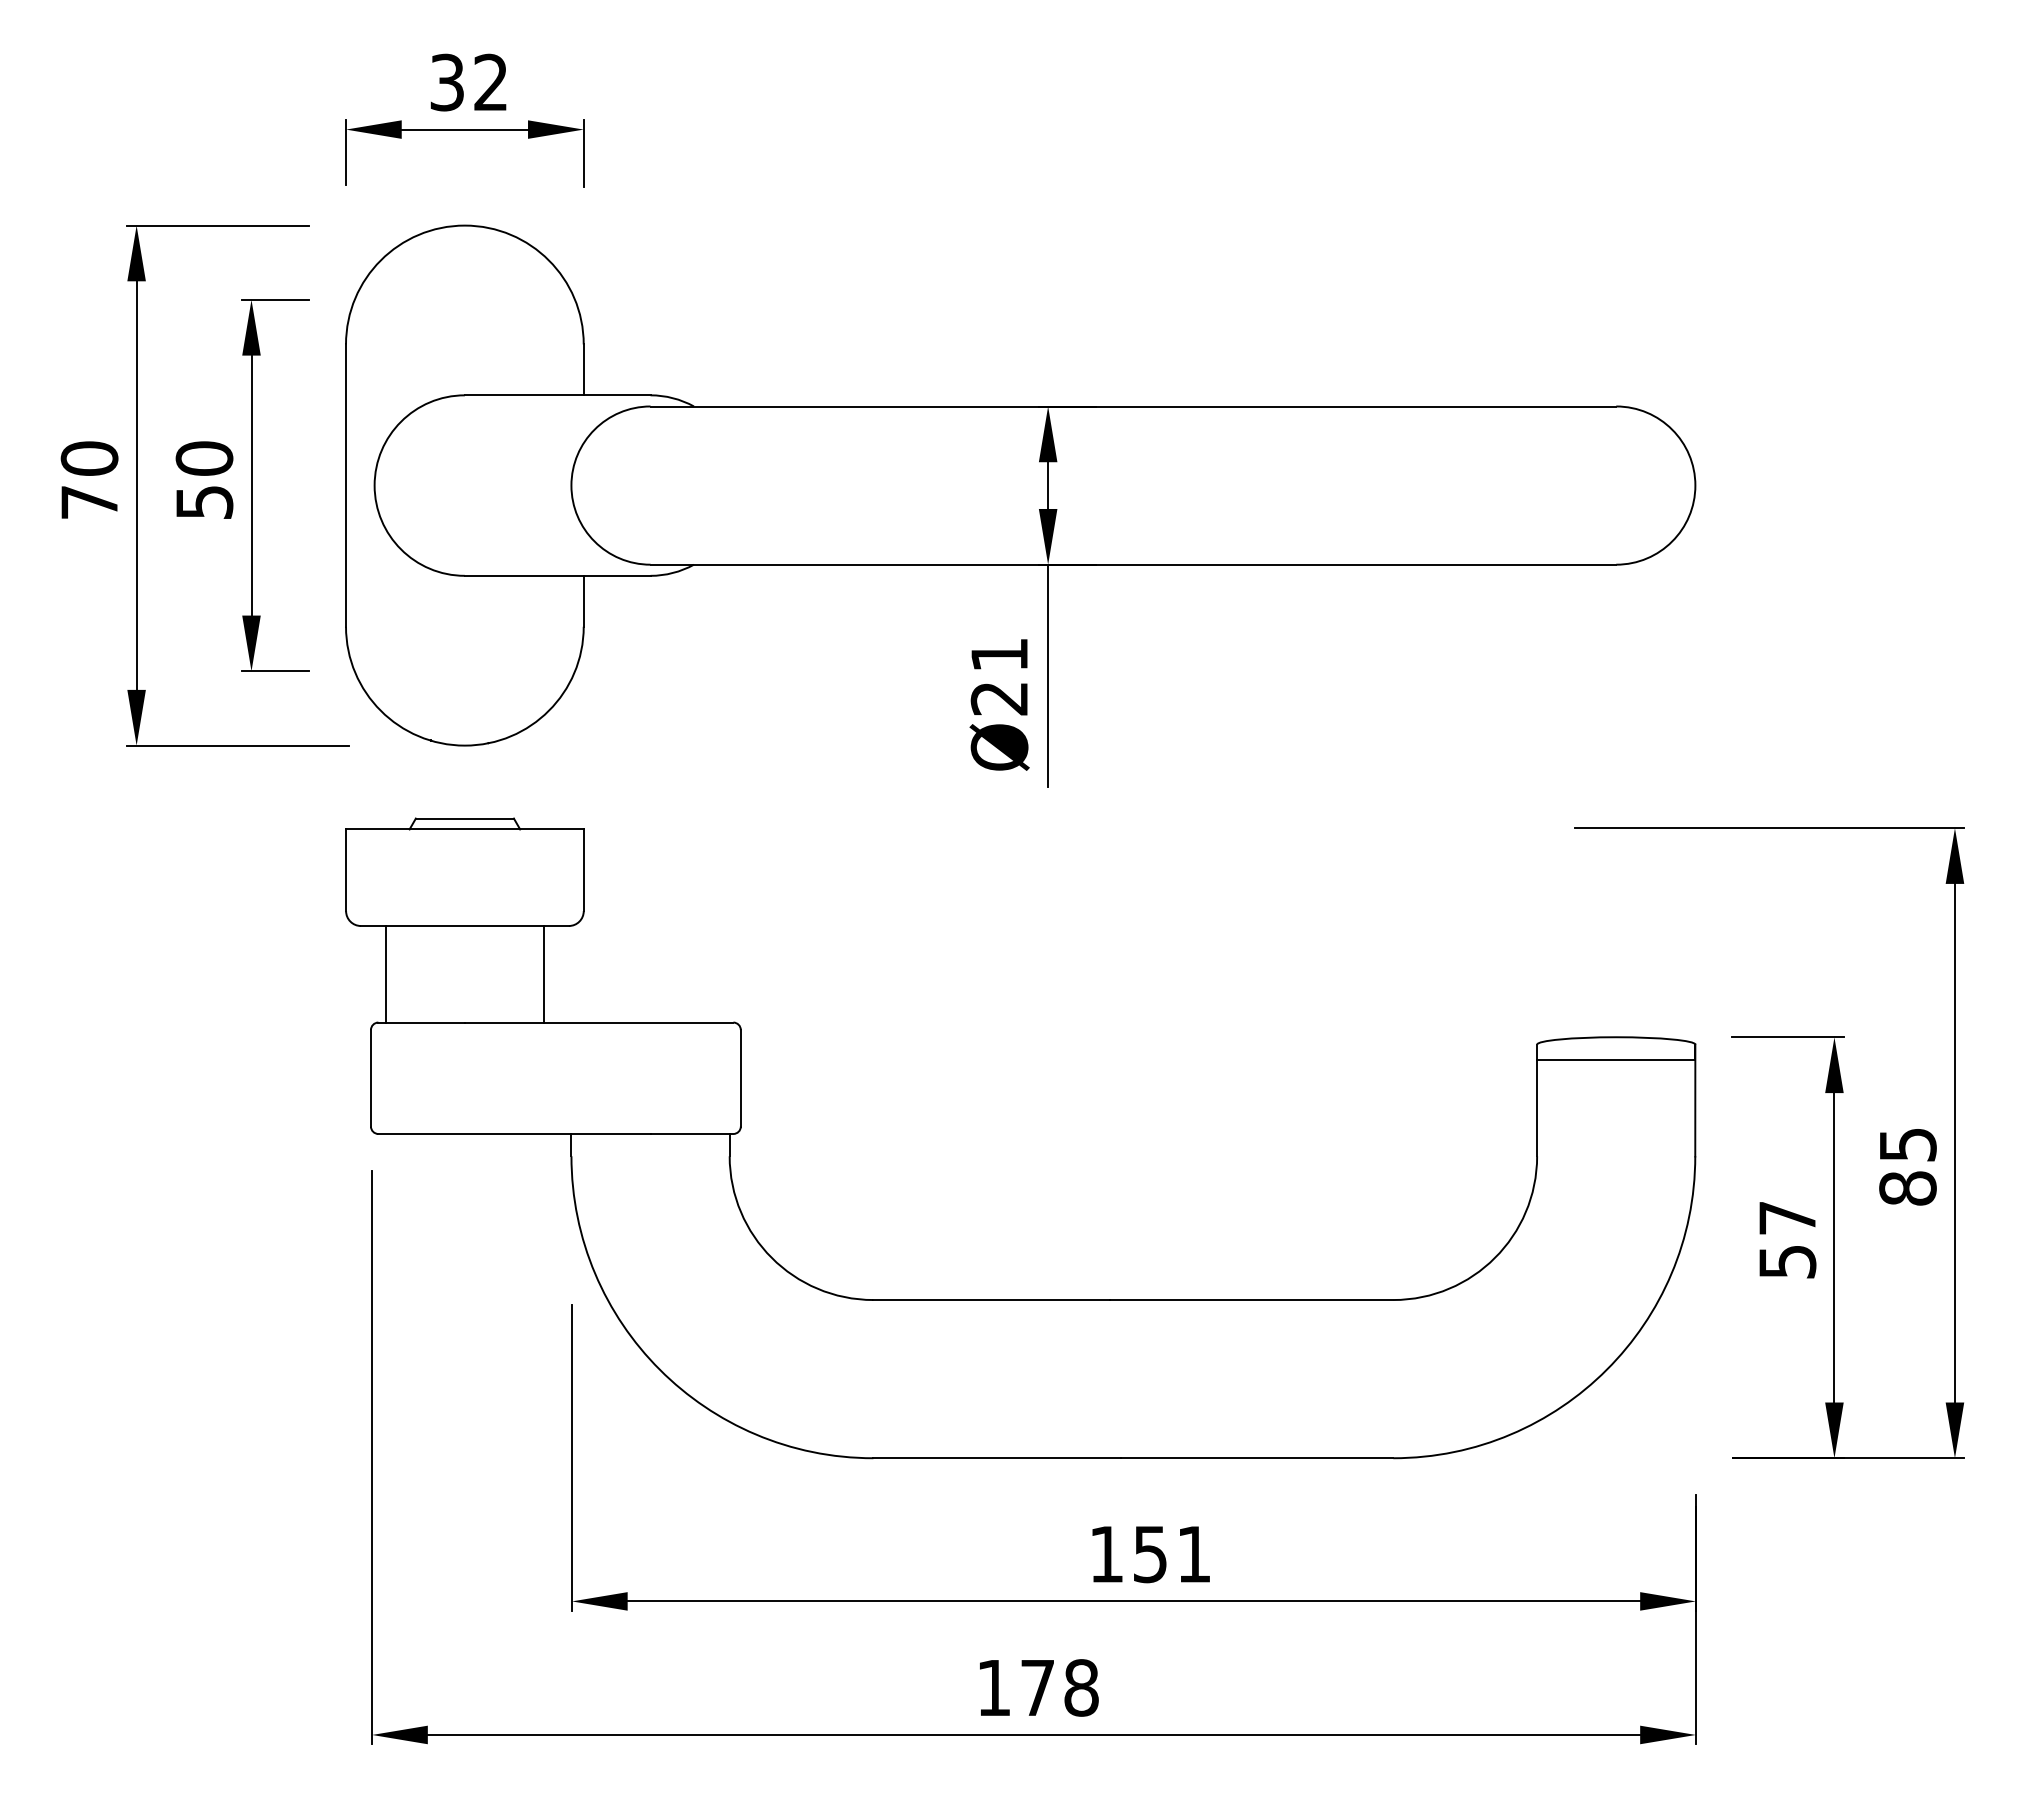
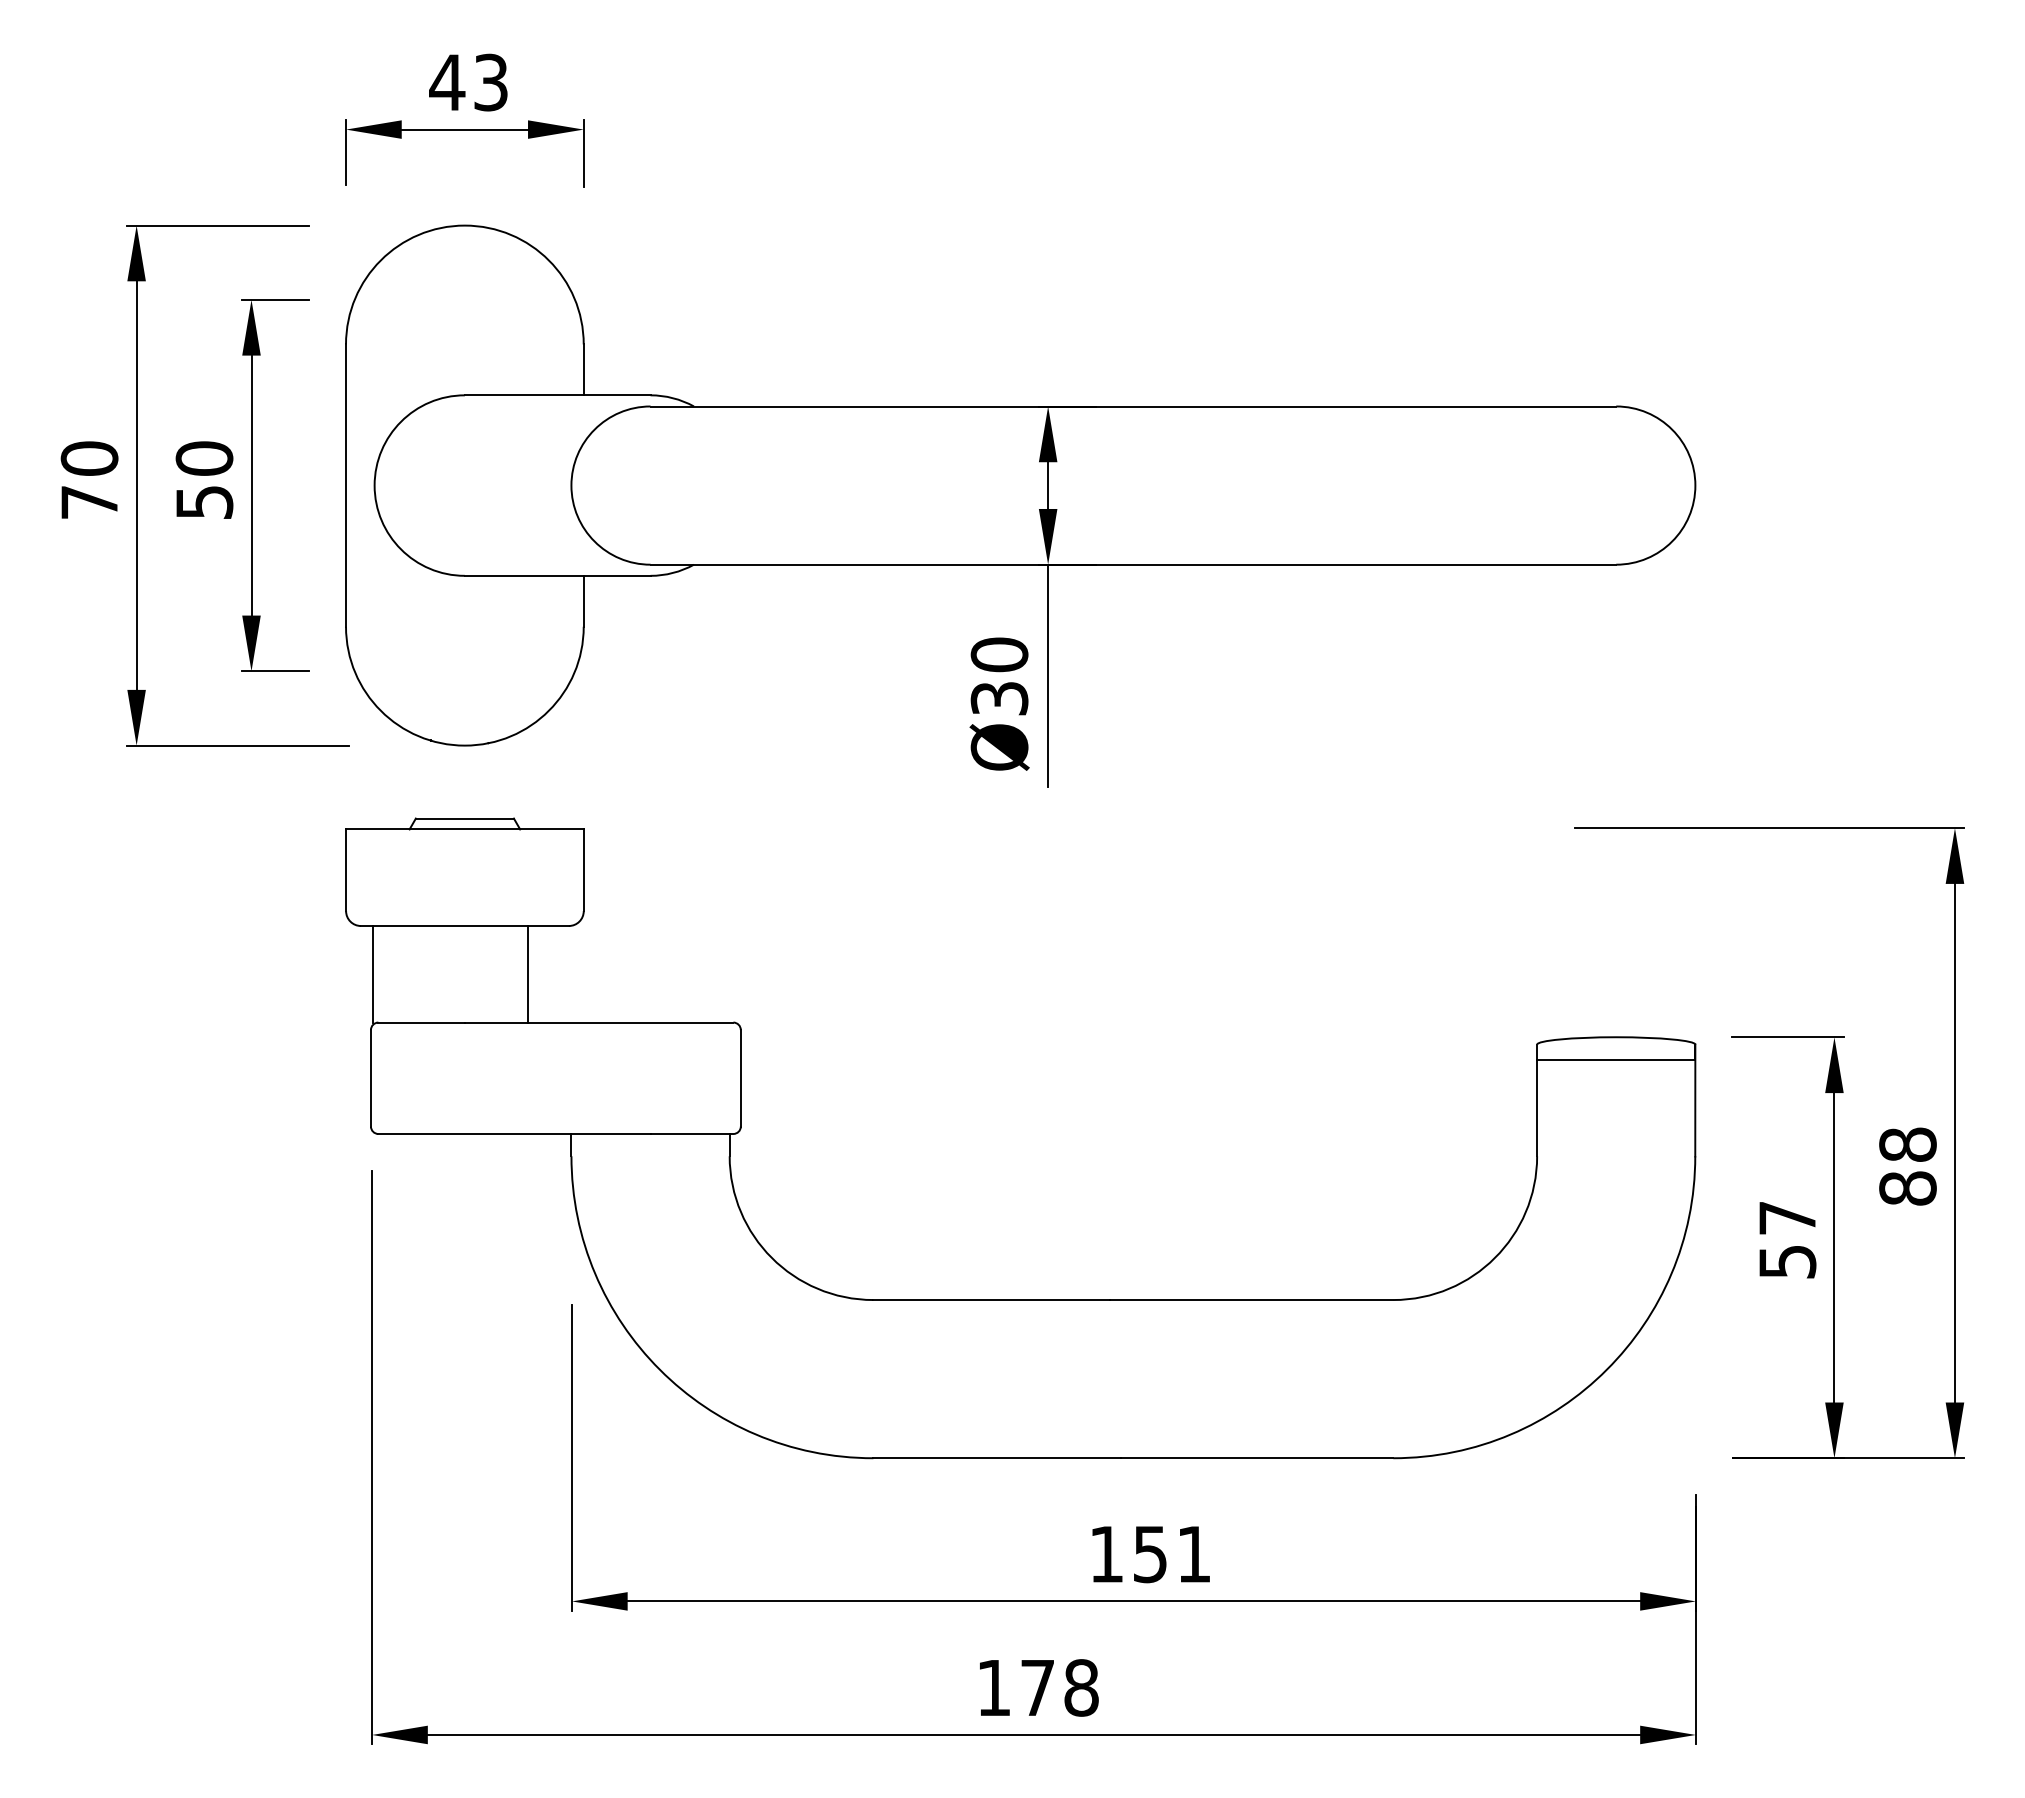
text at (468, 82): 32 -> 43
text at (999, 676): Ø21 -> Ø30
line at (385, 974) position: (385, 974) -> (372, 974)
line at (544, 974) position: (544, 974) -> (528, 974)
text at (1907, 1144): 85 -> 88
